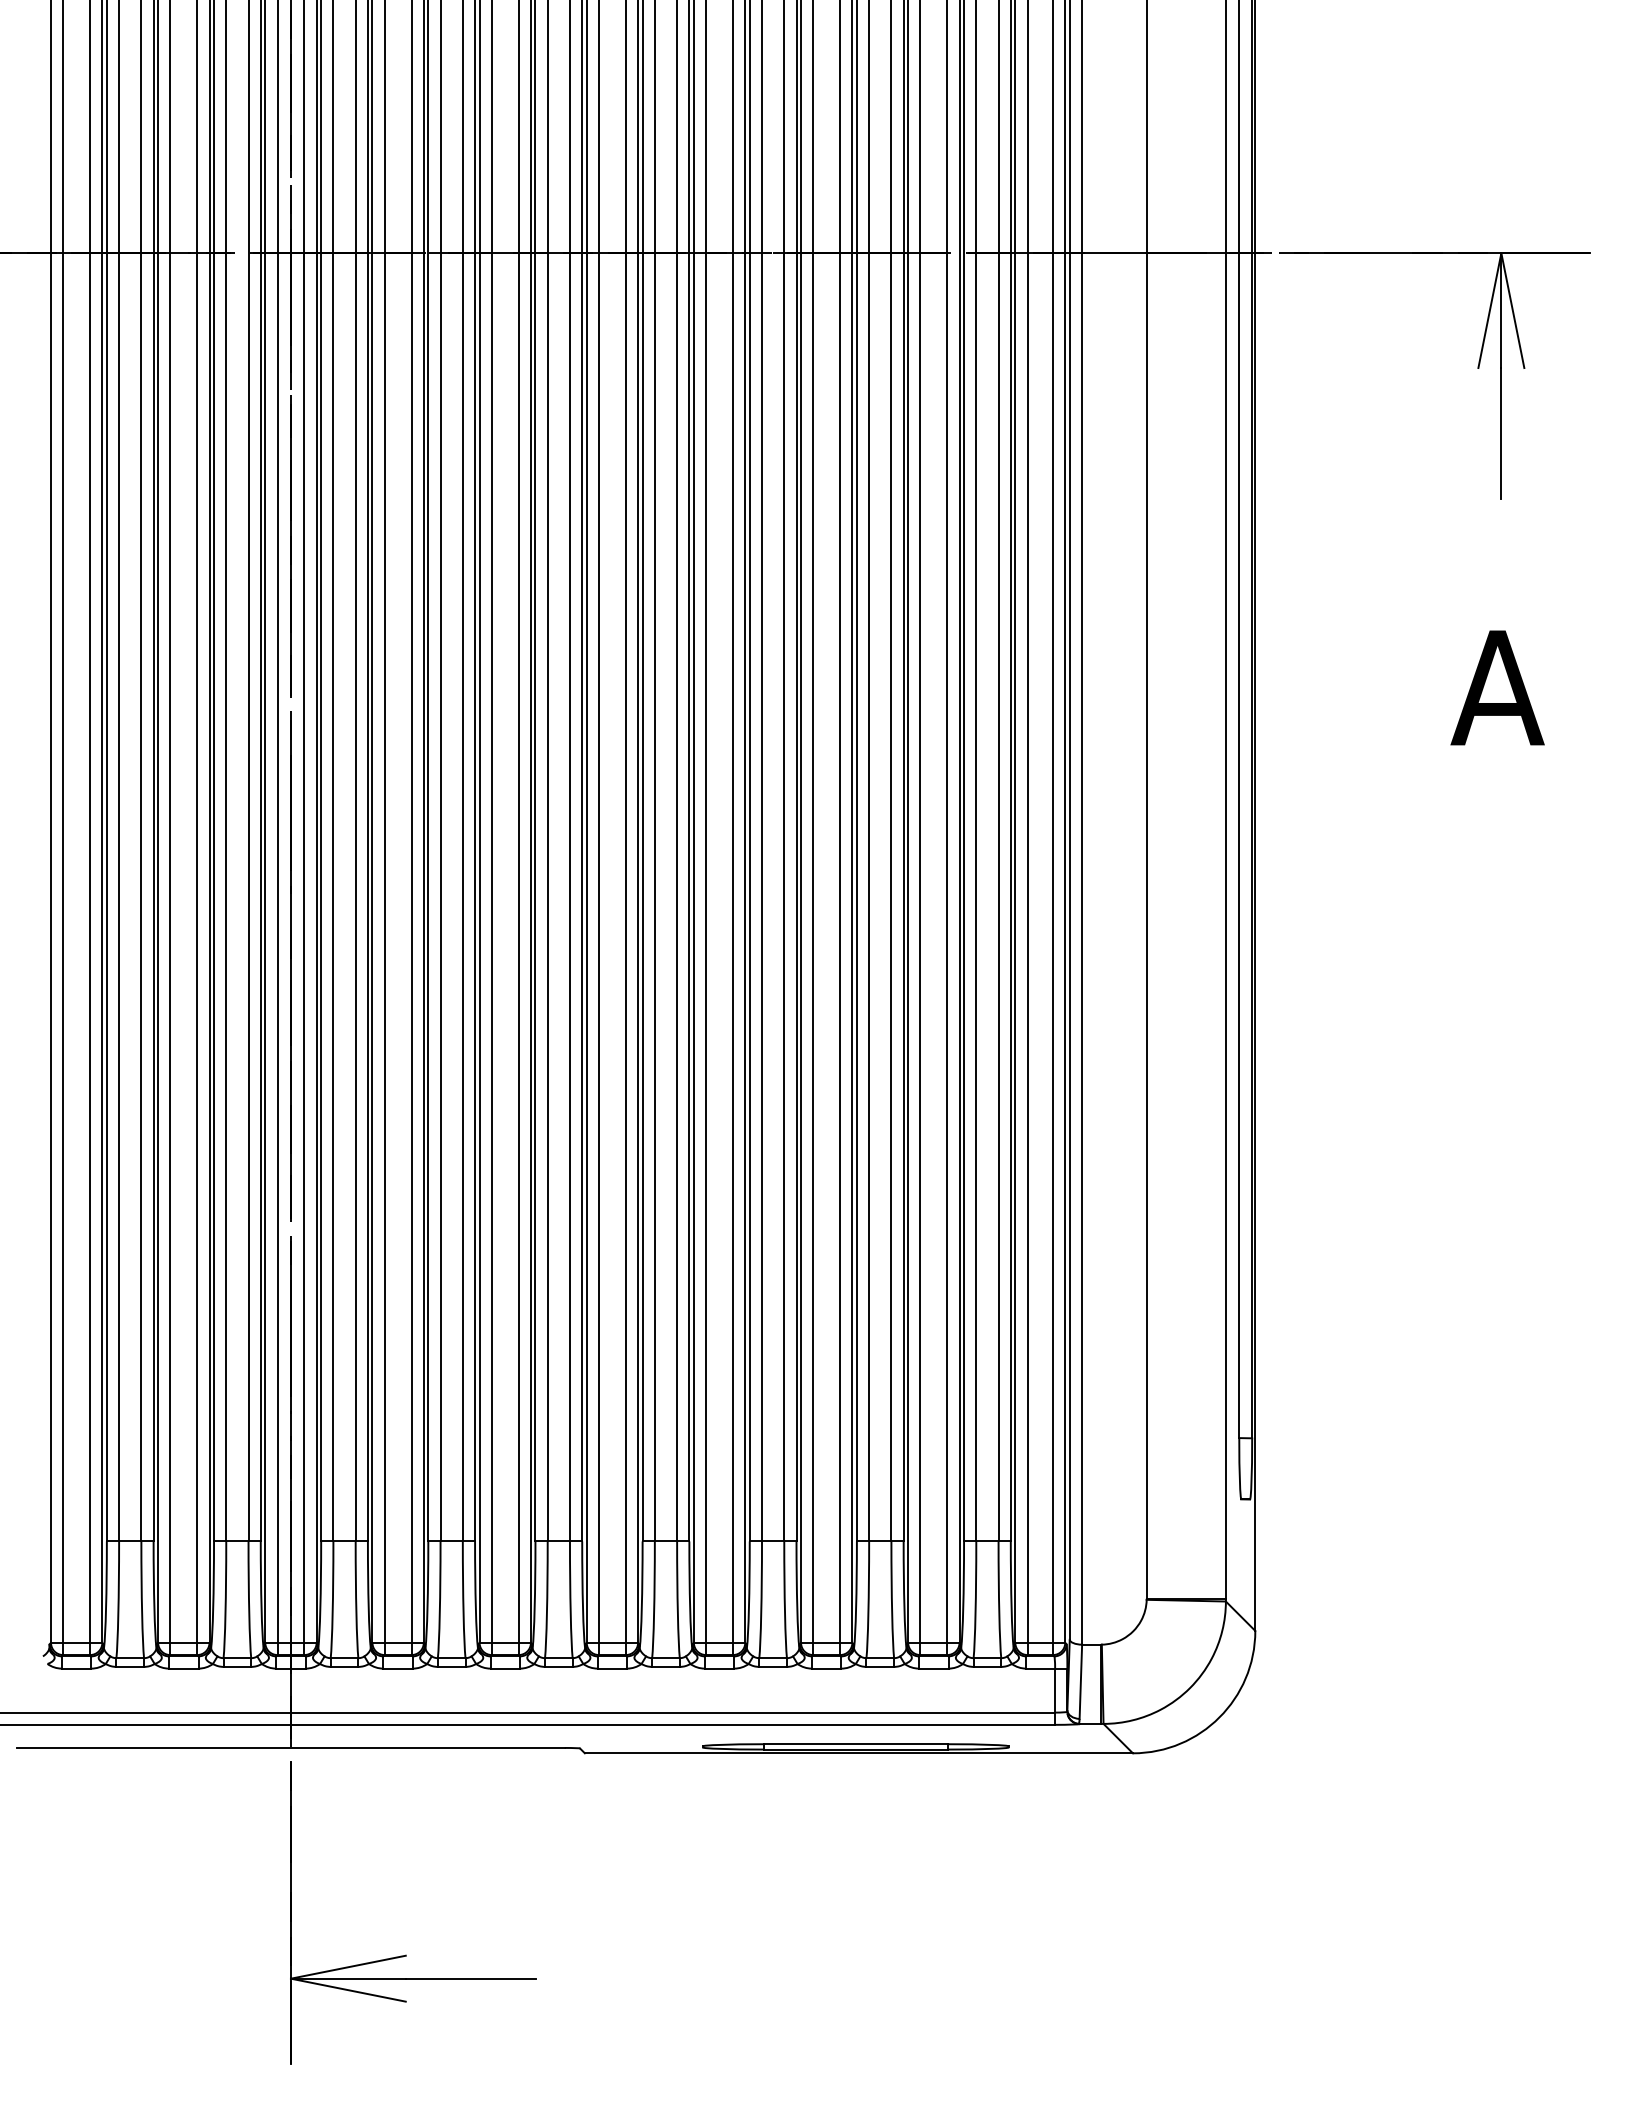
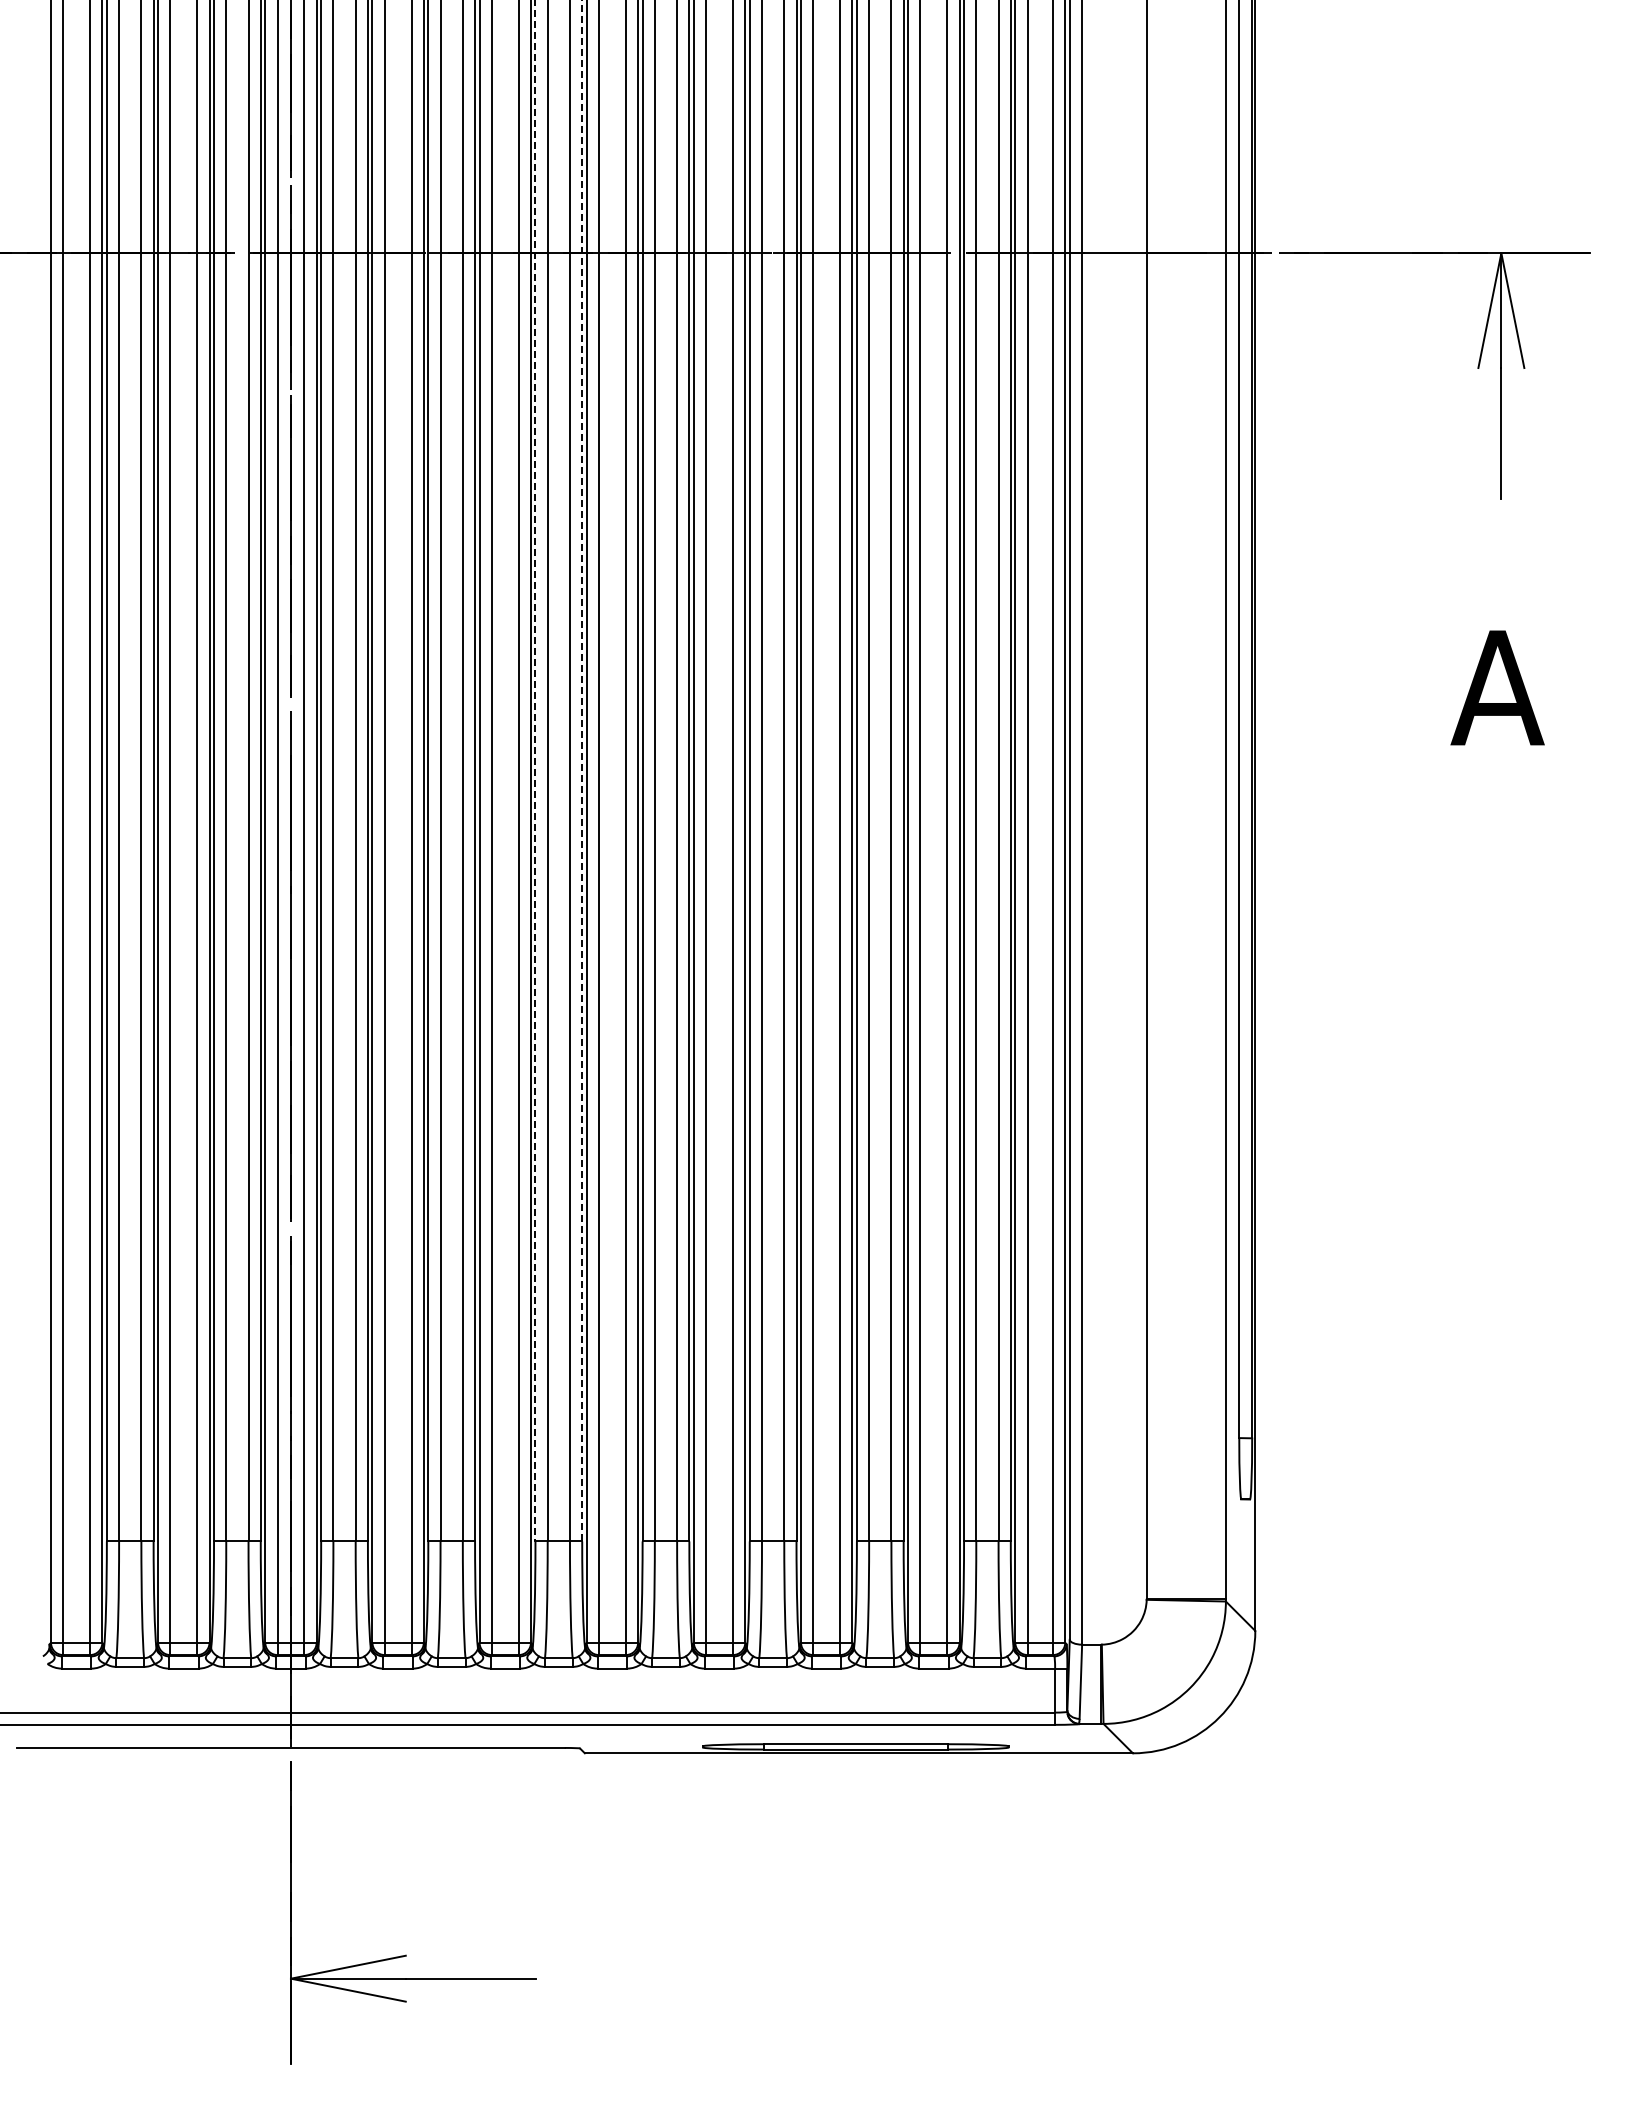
line at (582, 770): solid -> dashed
line at (535, 771): solid -> dashed
